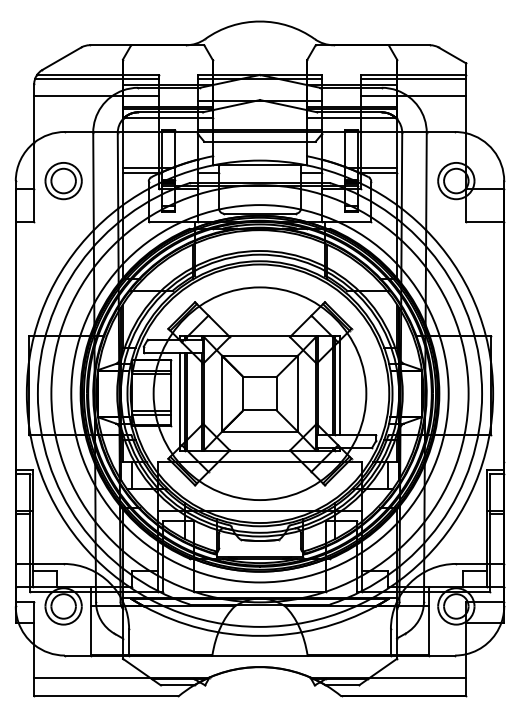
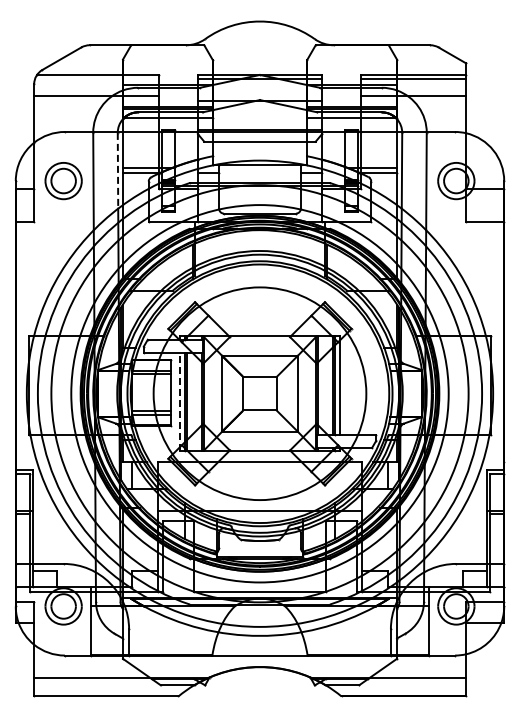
line at (96, 79): present -> none
line at (117, 170): solid -> dashed
line at (179, 401): solid -> dashed
